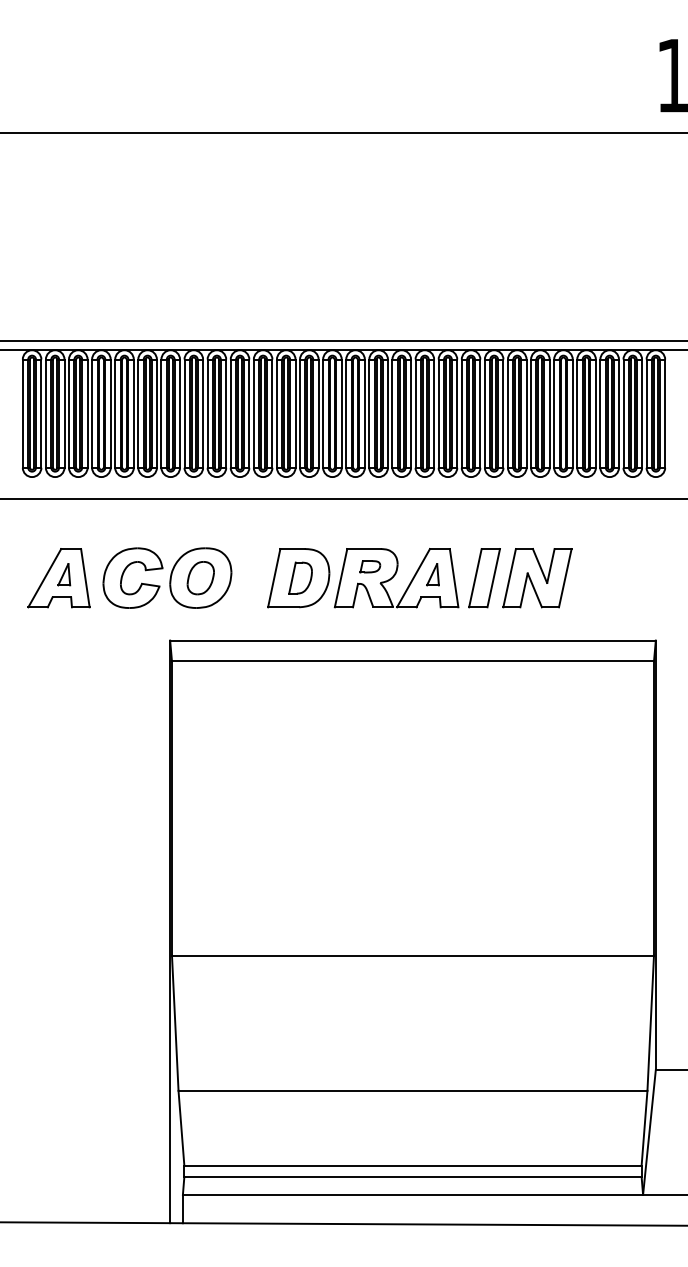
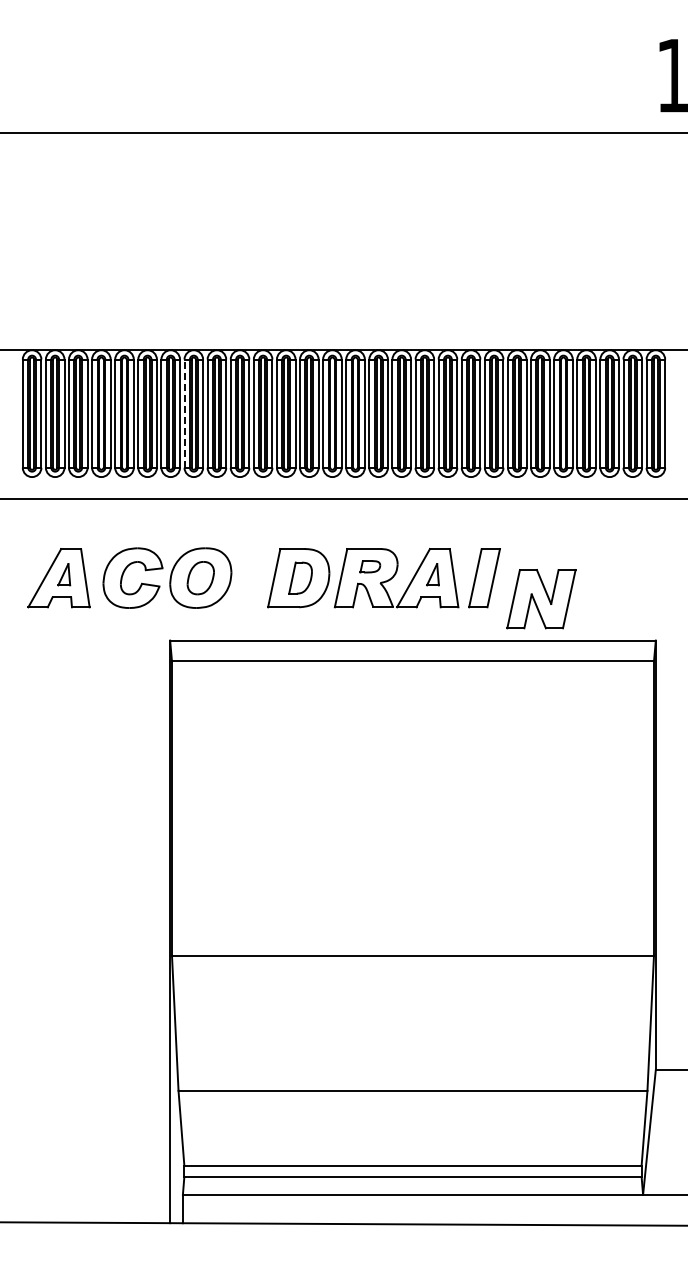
line at (343, 341): present -> none
line at (184, 413): solid -> dashed
part at (537, 578) position: (537, 578) -> (541, 599)
